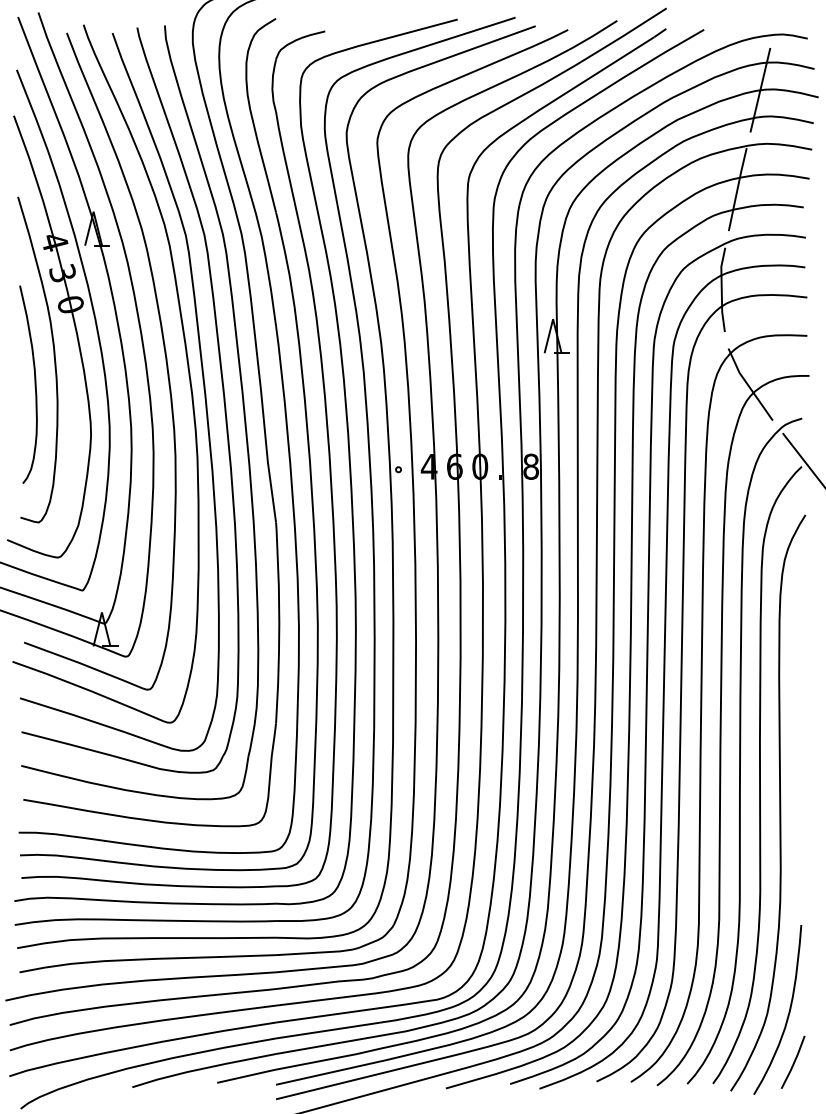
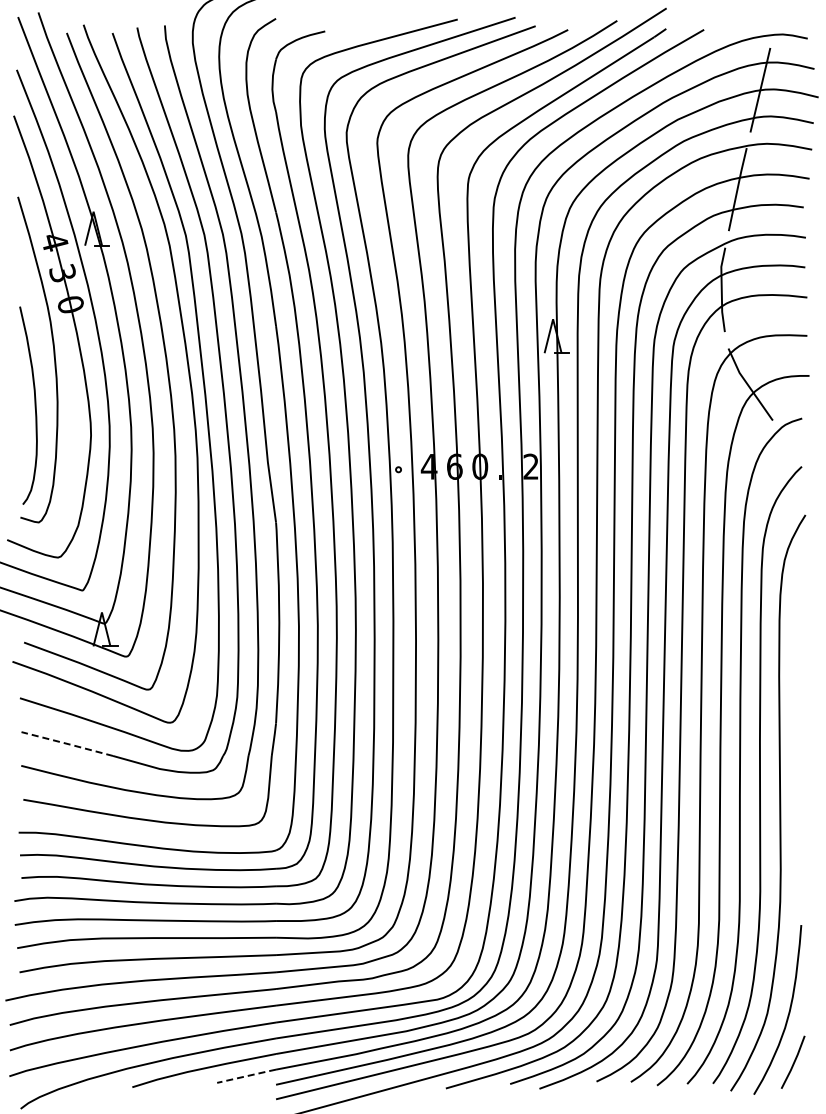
curve at (34, 384) position: (34, 384) -> (34, 405)
line at (802, 458): present -> none
text at (530, 466): 8 -> 2
line at (67, 743): solid -> dashed
line at (247, 1076): solid -> dashed
